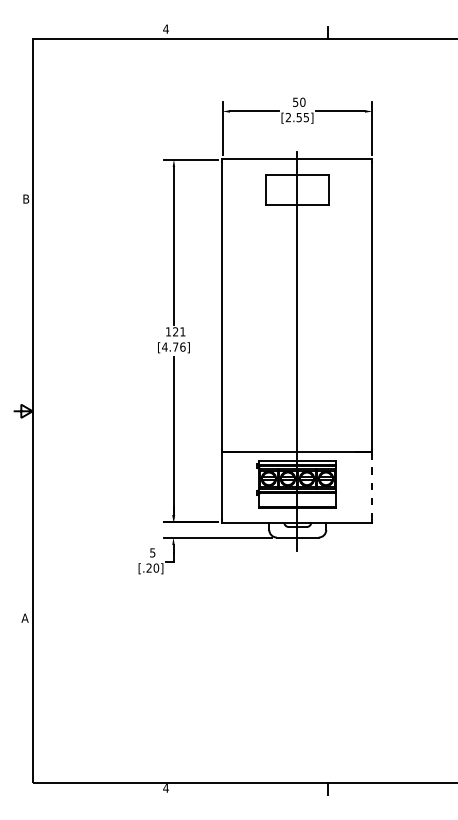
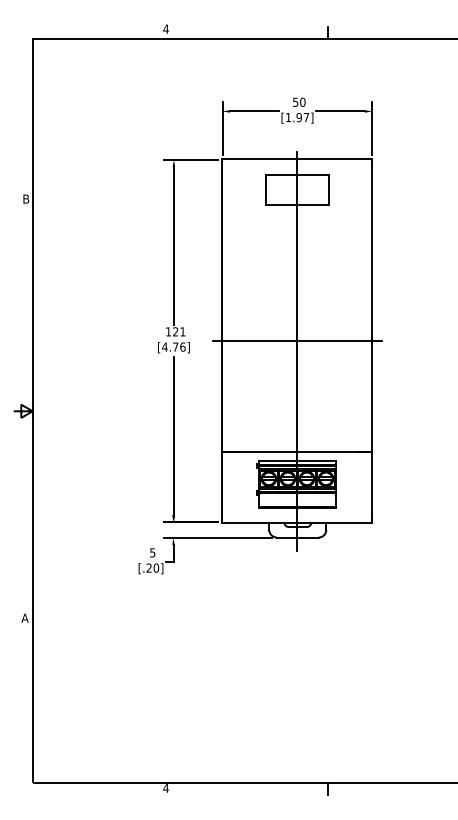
text at (296, 117): [2.55] -> [1.97]
line at (297, 340): none -> present
line at (372, 486): dashed -> solid
